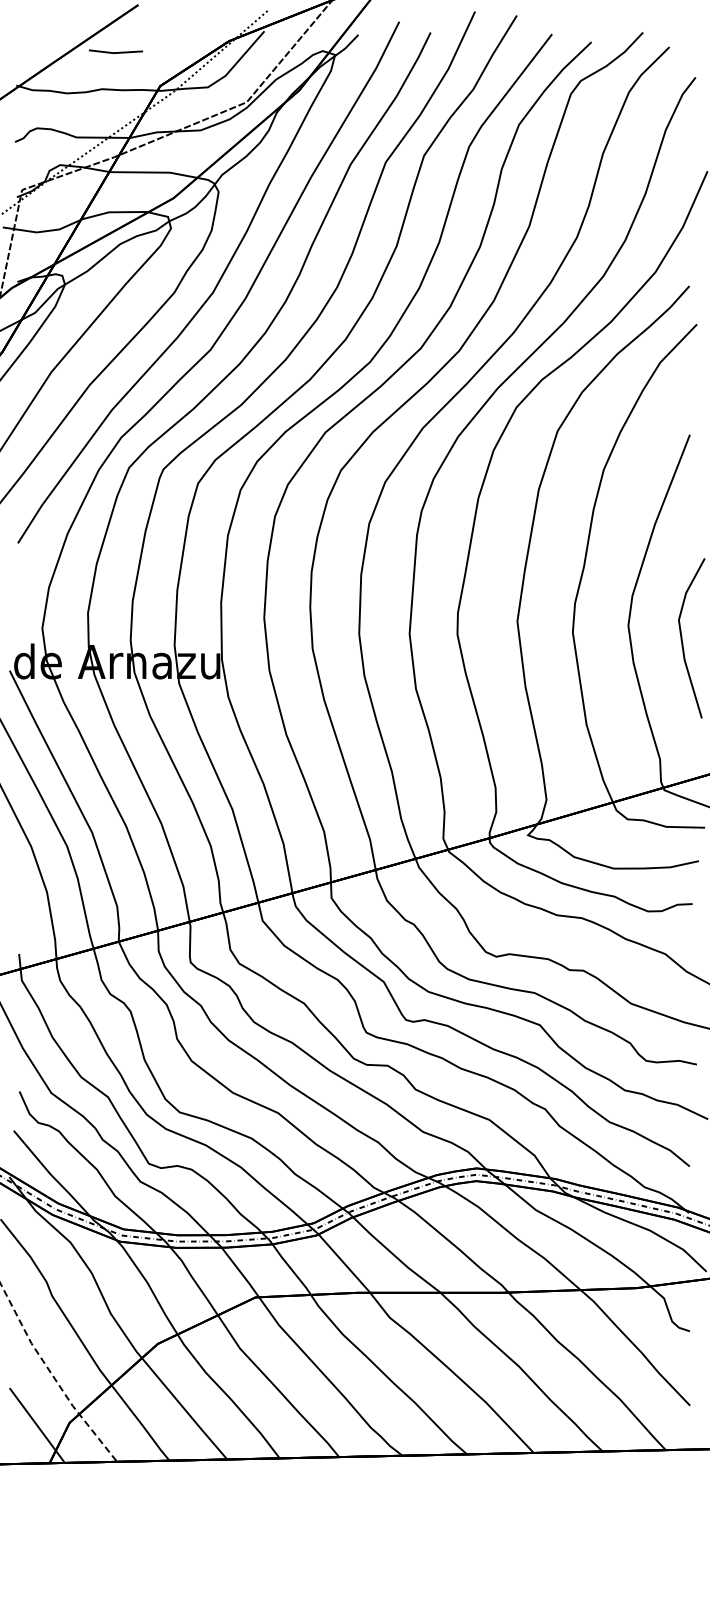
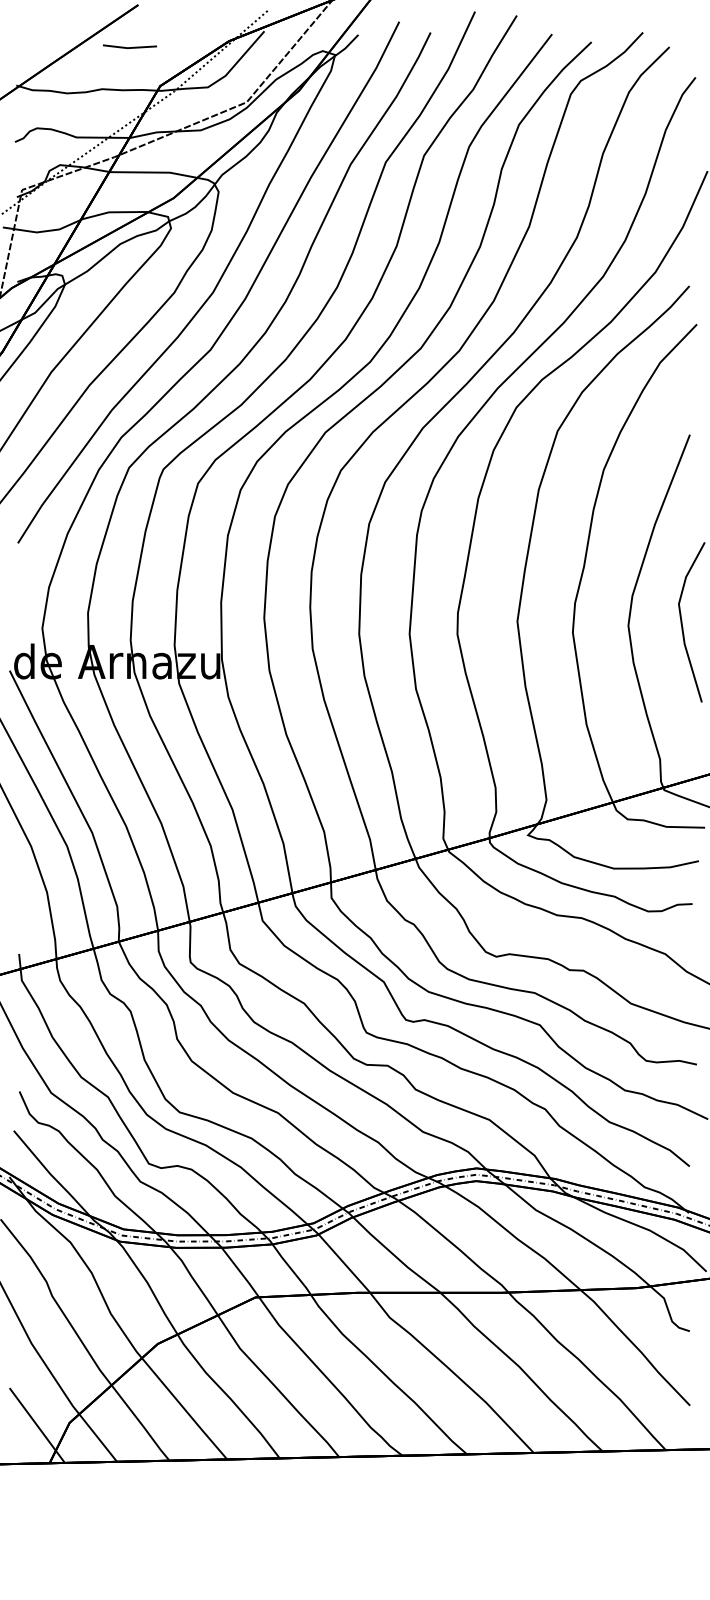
line at (115, 52) position: (115, 52) -> (129, 47)
line at (682, 638) position: (682, 638) -> (682, 622)
line at (53, 1376): dashed -> solid
